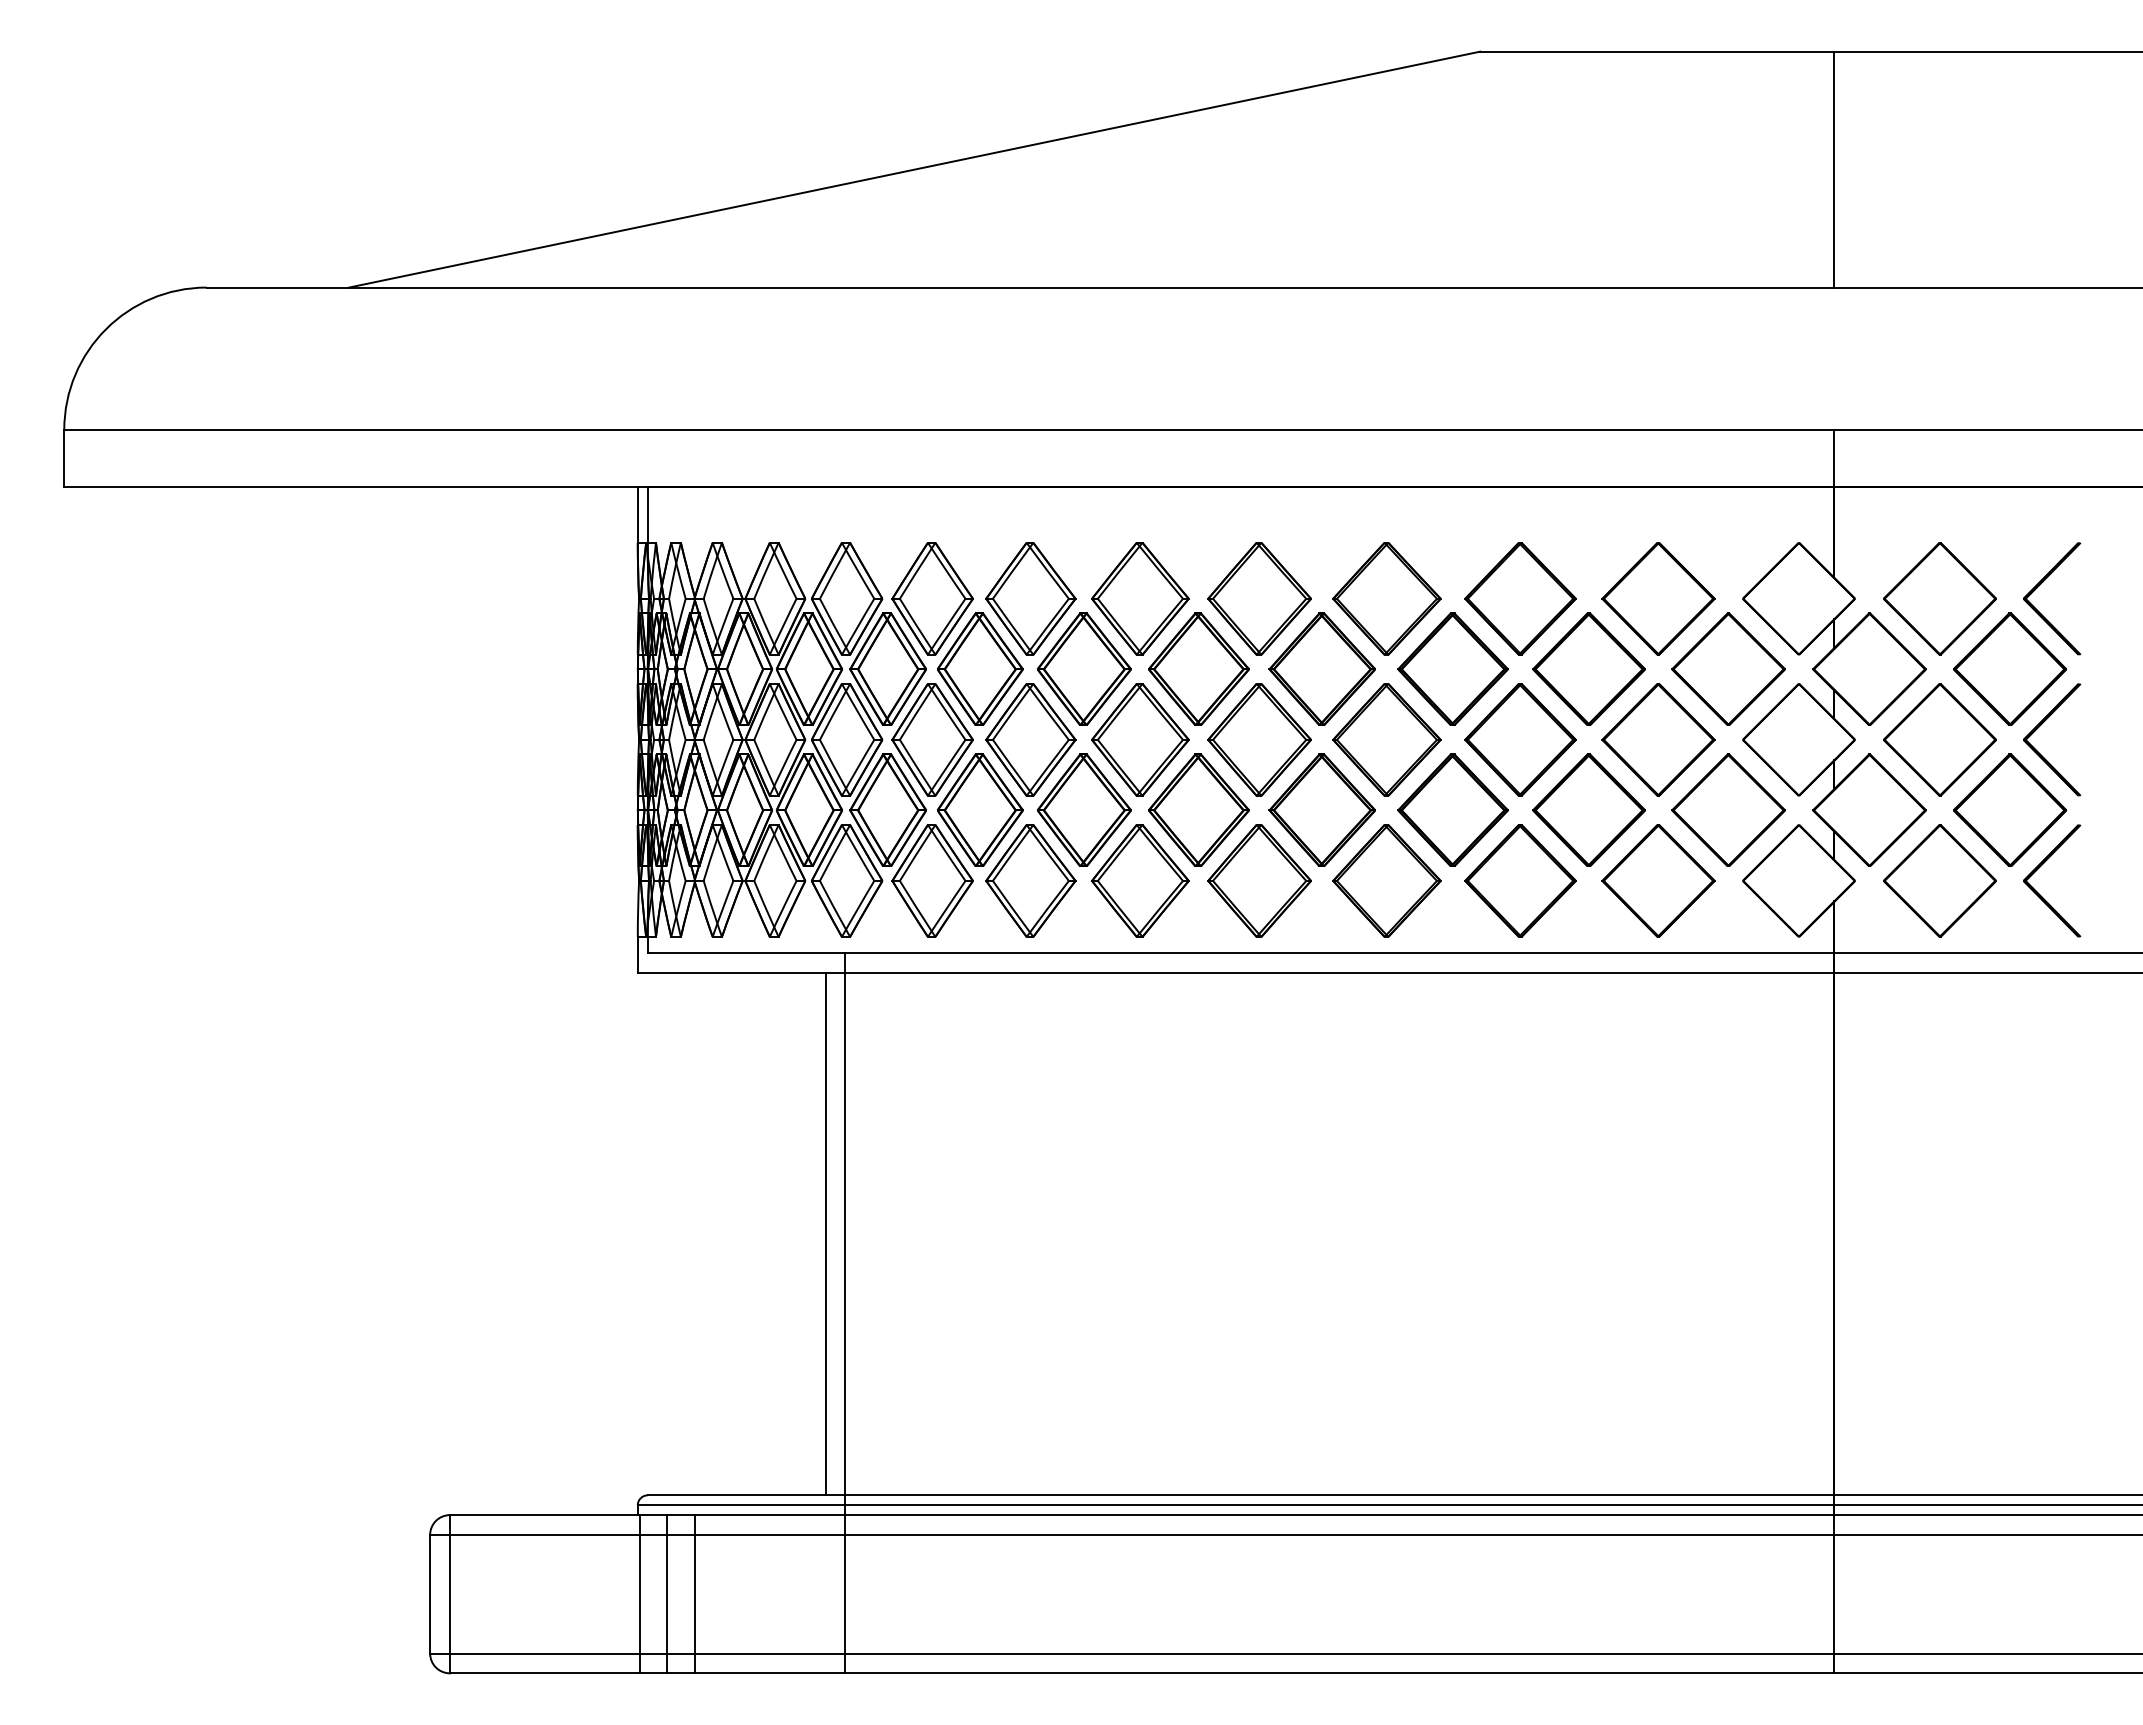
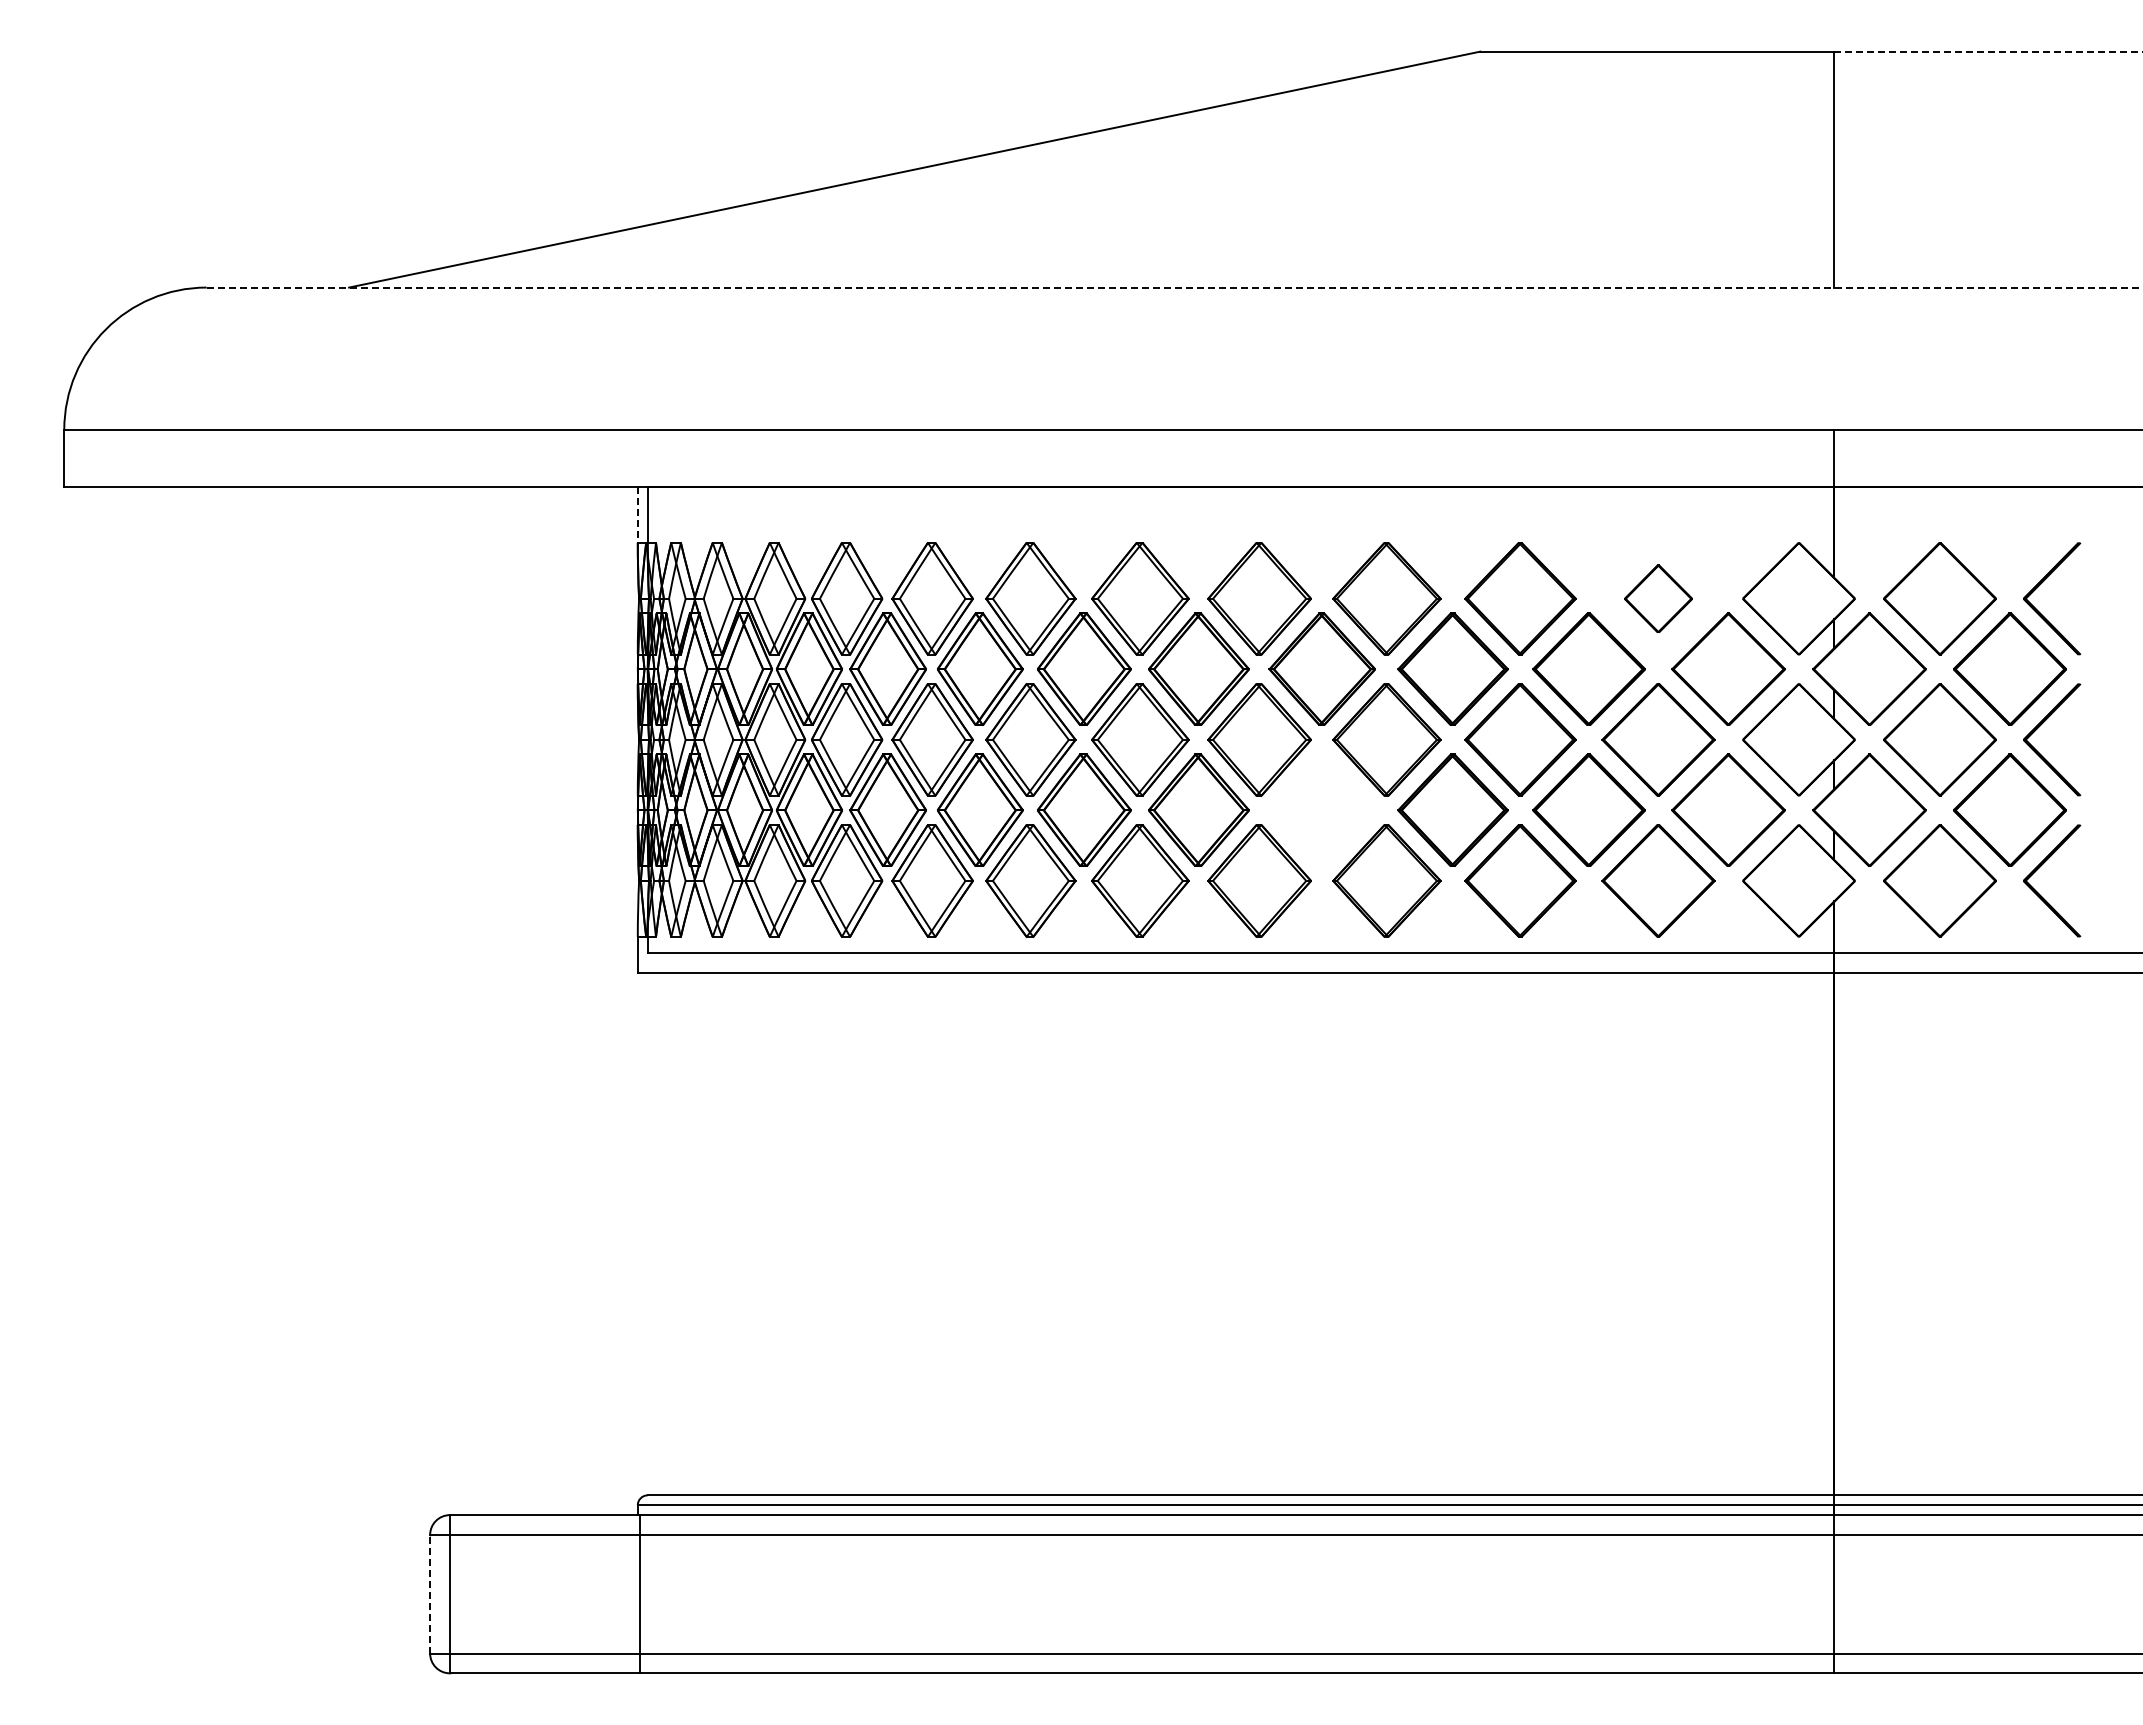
line at (1988, 51): solid -> dashed
line at (1174, 287): solid -> dashed
line at (637, 515): solid -> dashed
part at (1658, 598) size: 115x114 px -> 69x69 px
part at (1321, 809): present -> none
line at (825, 1234): present -> none
line at (845, 1313): present -> none
line at (430, 1593): solid -> dashed
line at (667, 1594): present -> none
line at (695, 1594): present -> none
